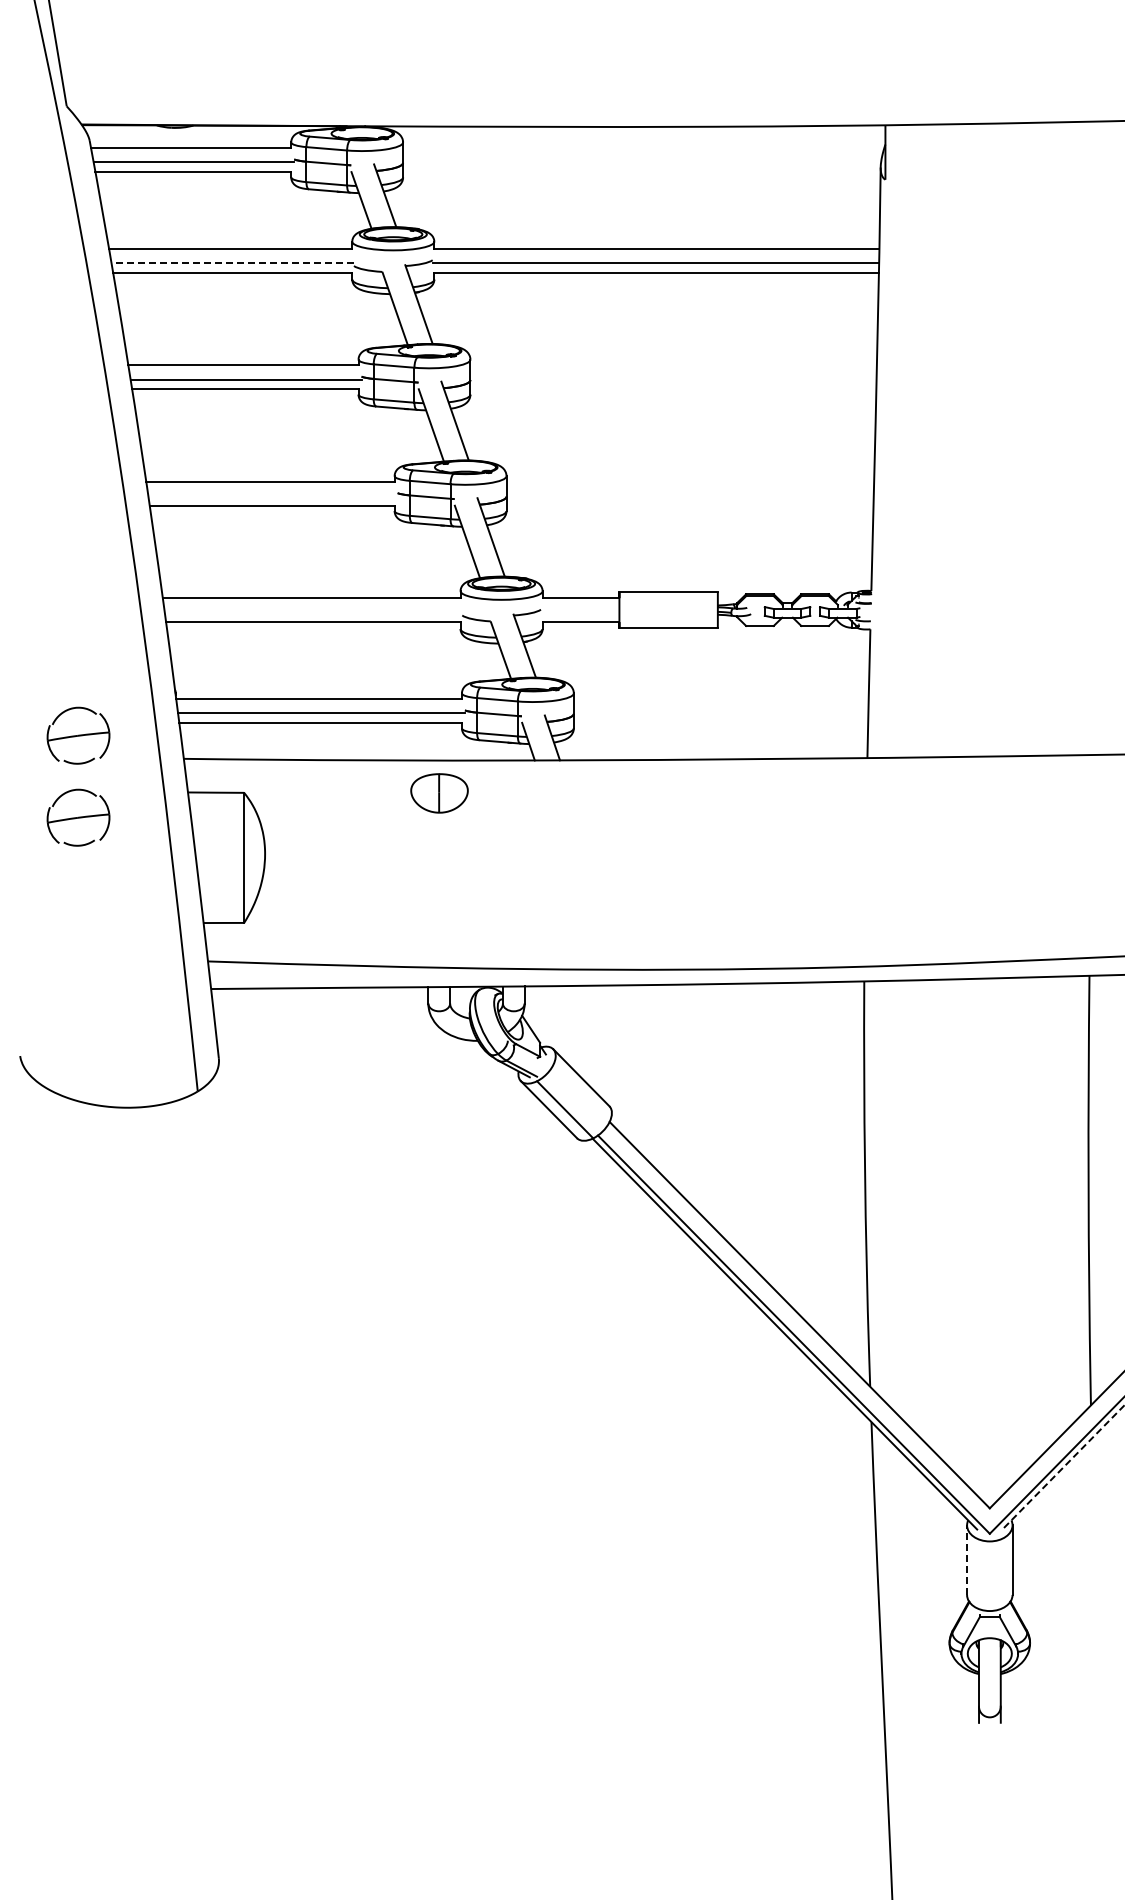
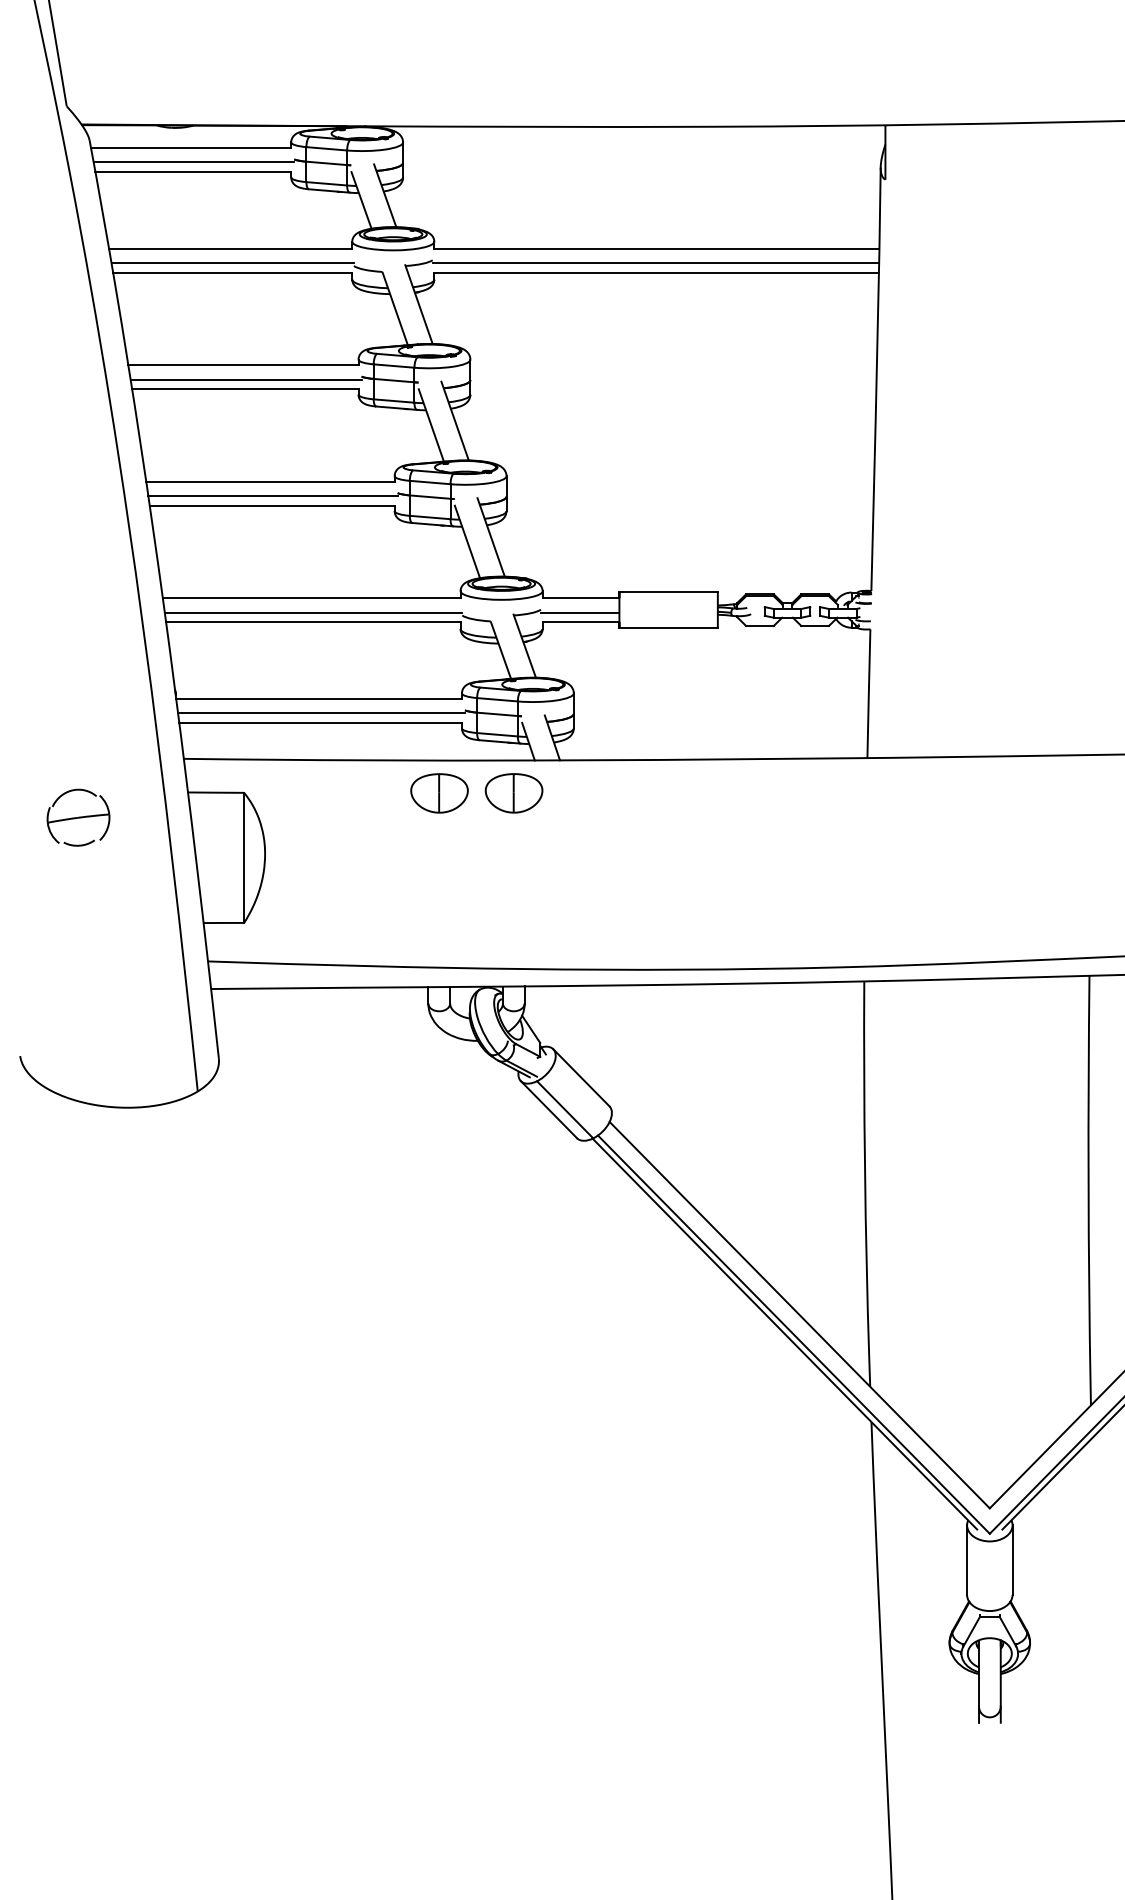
line at (232, 263): dashed -> solid
line at (272, 496): none -> present
line at (313, 612): none -> present
line at (579, 612): none -> present
part at (78, 735): present -> none
part at (513, 793): none -> present
line at (1063, 1467): dashed -> solid
line at (967, 1560): dashed -> solid
